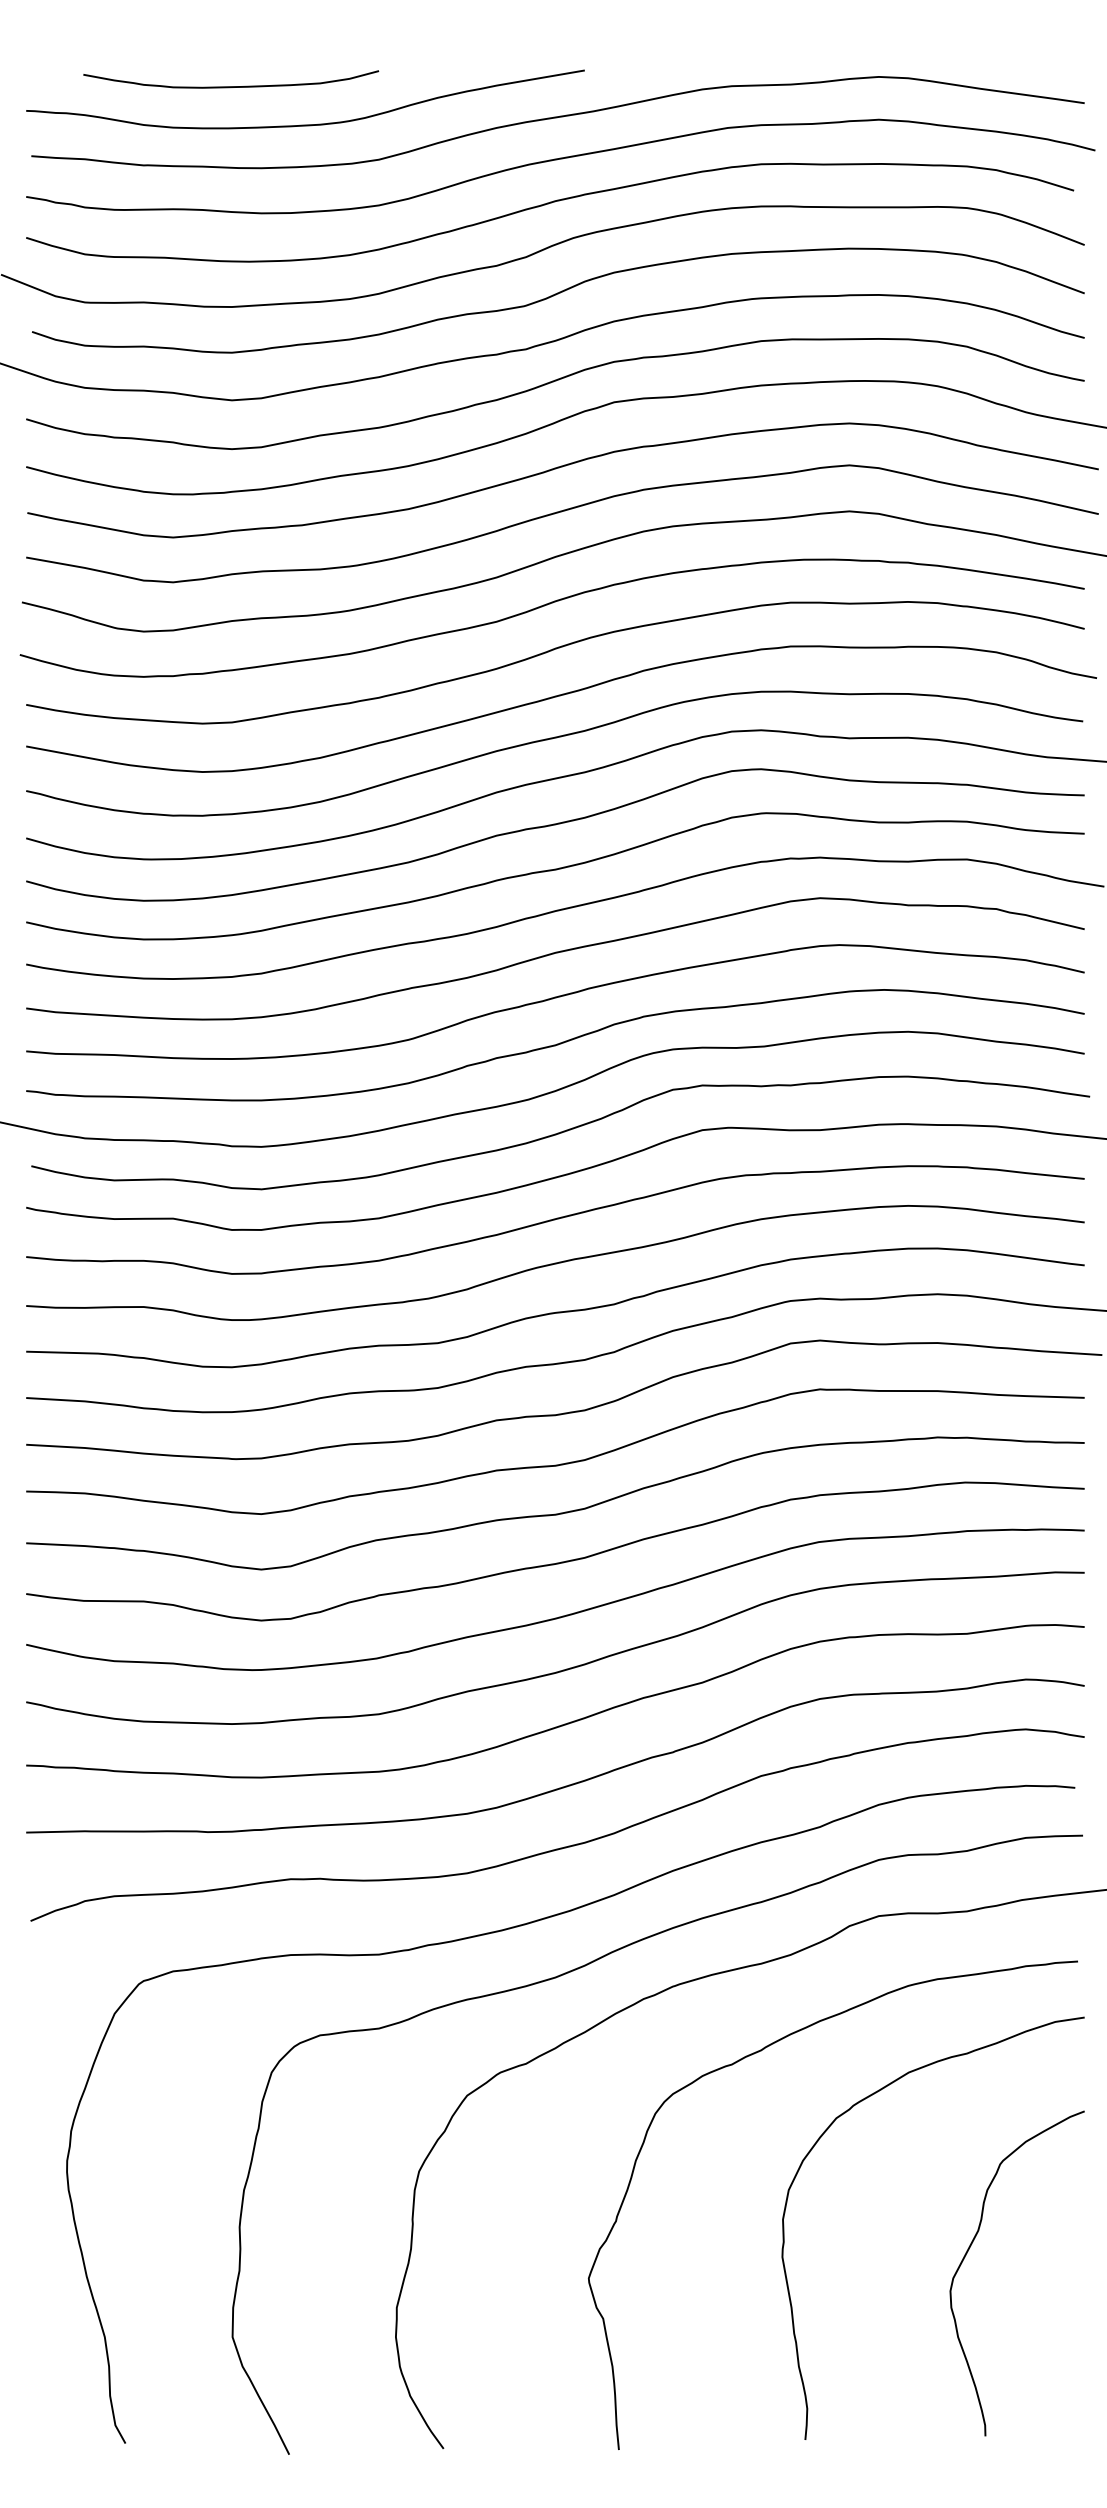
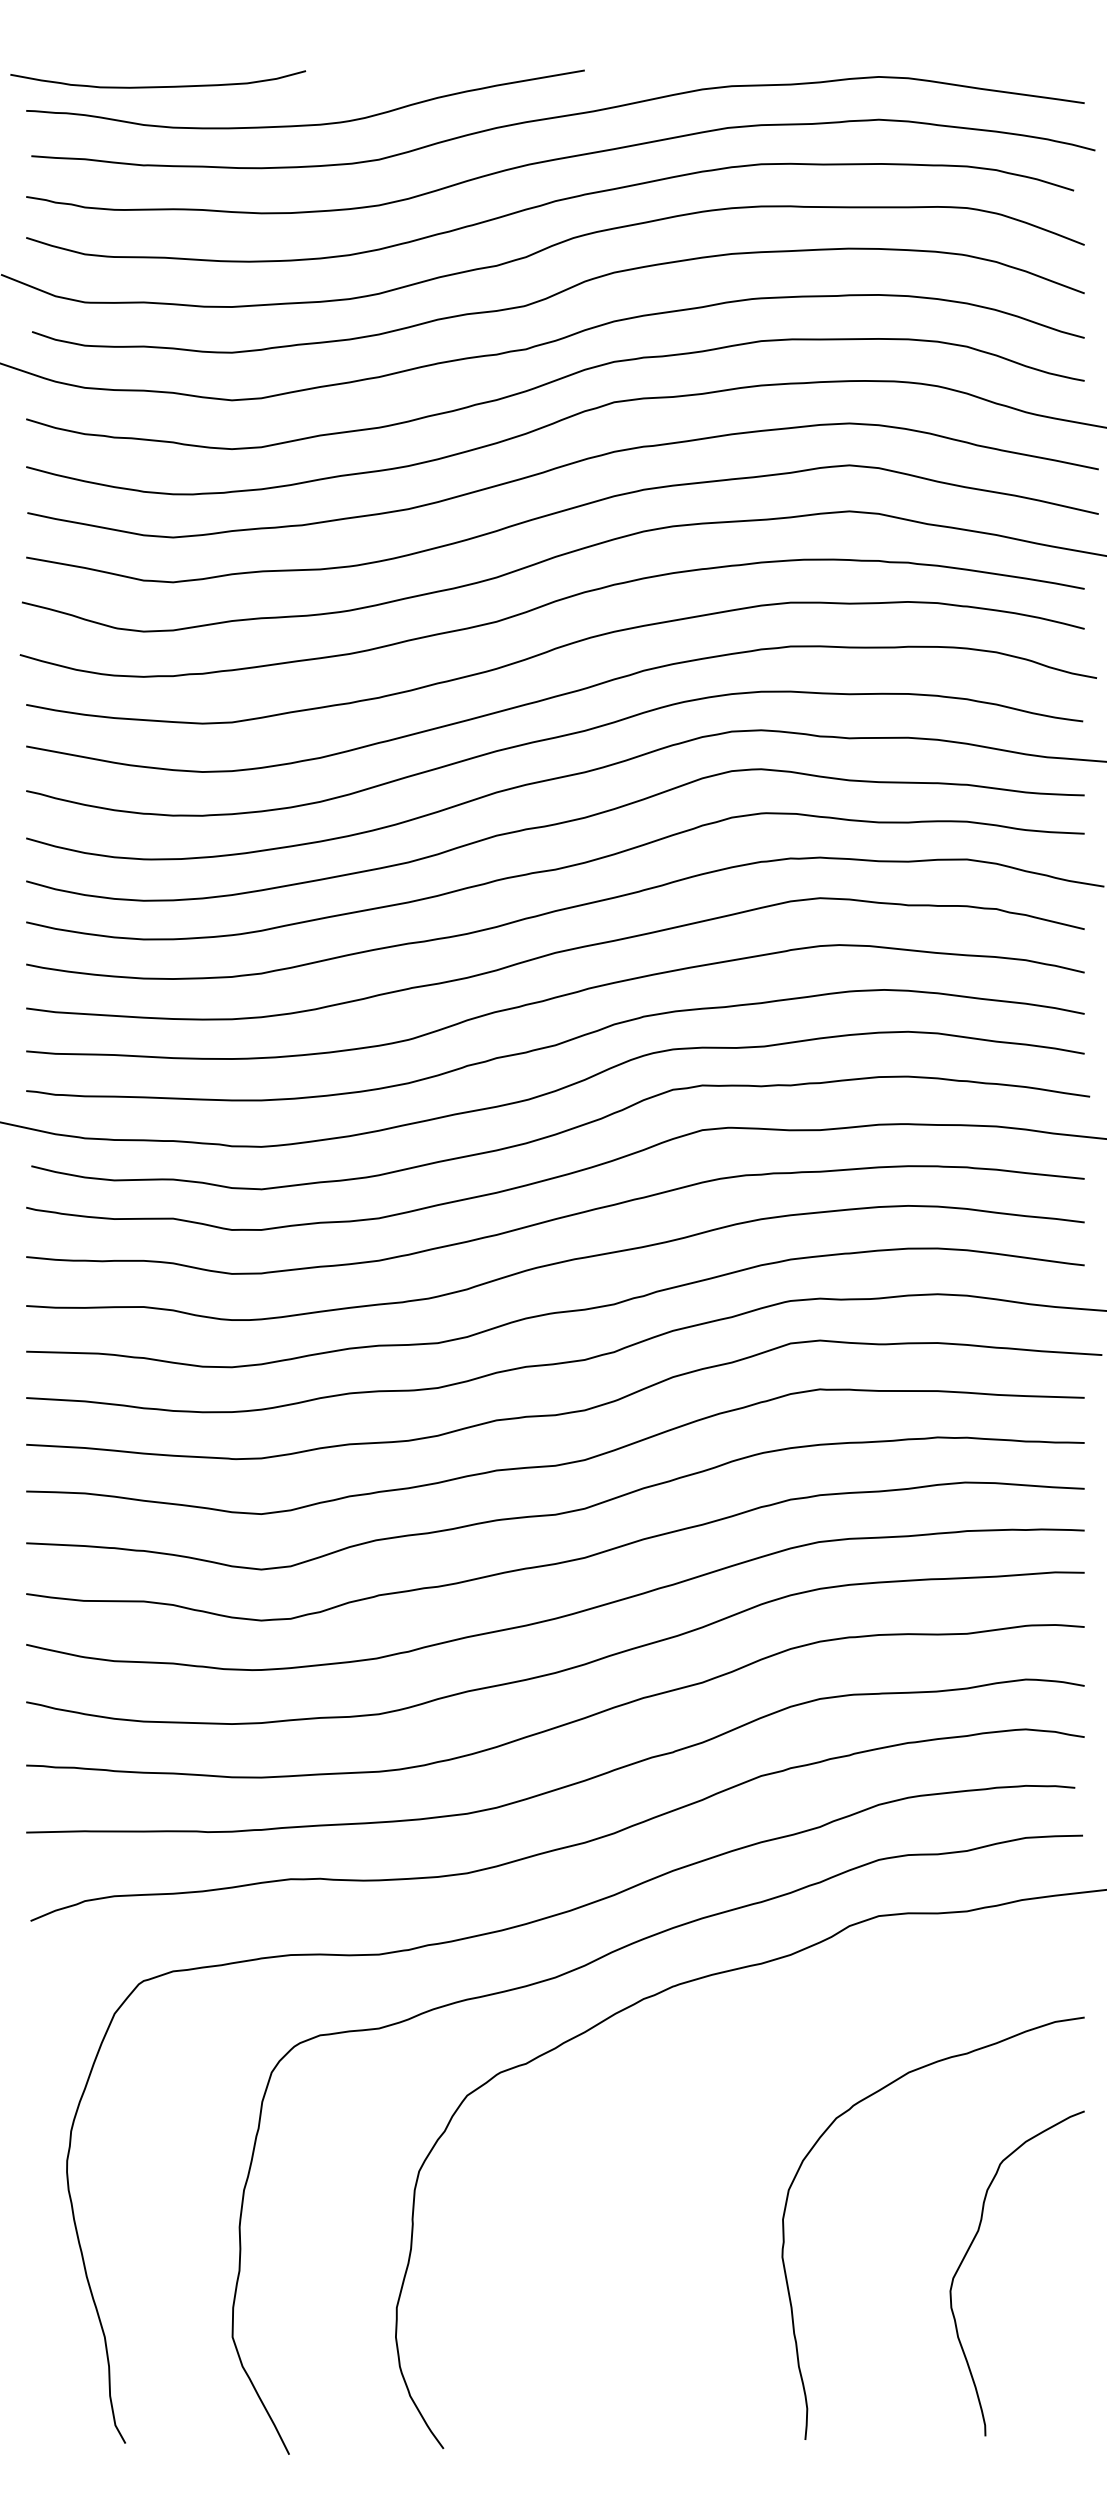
curve at (231, 86) position: (231, 86) -> (158, 86)
curve at (759, 2052): present -> none
